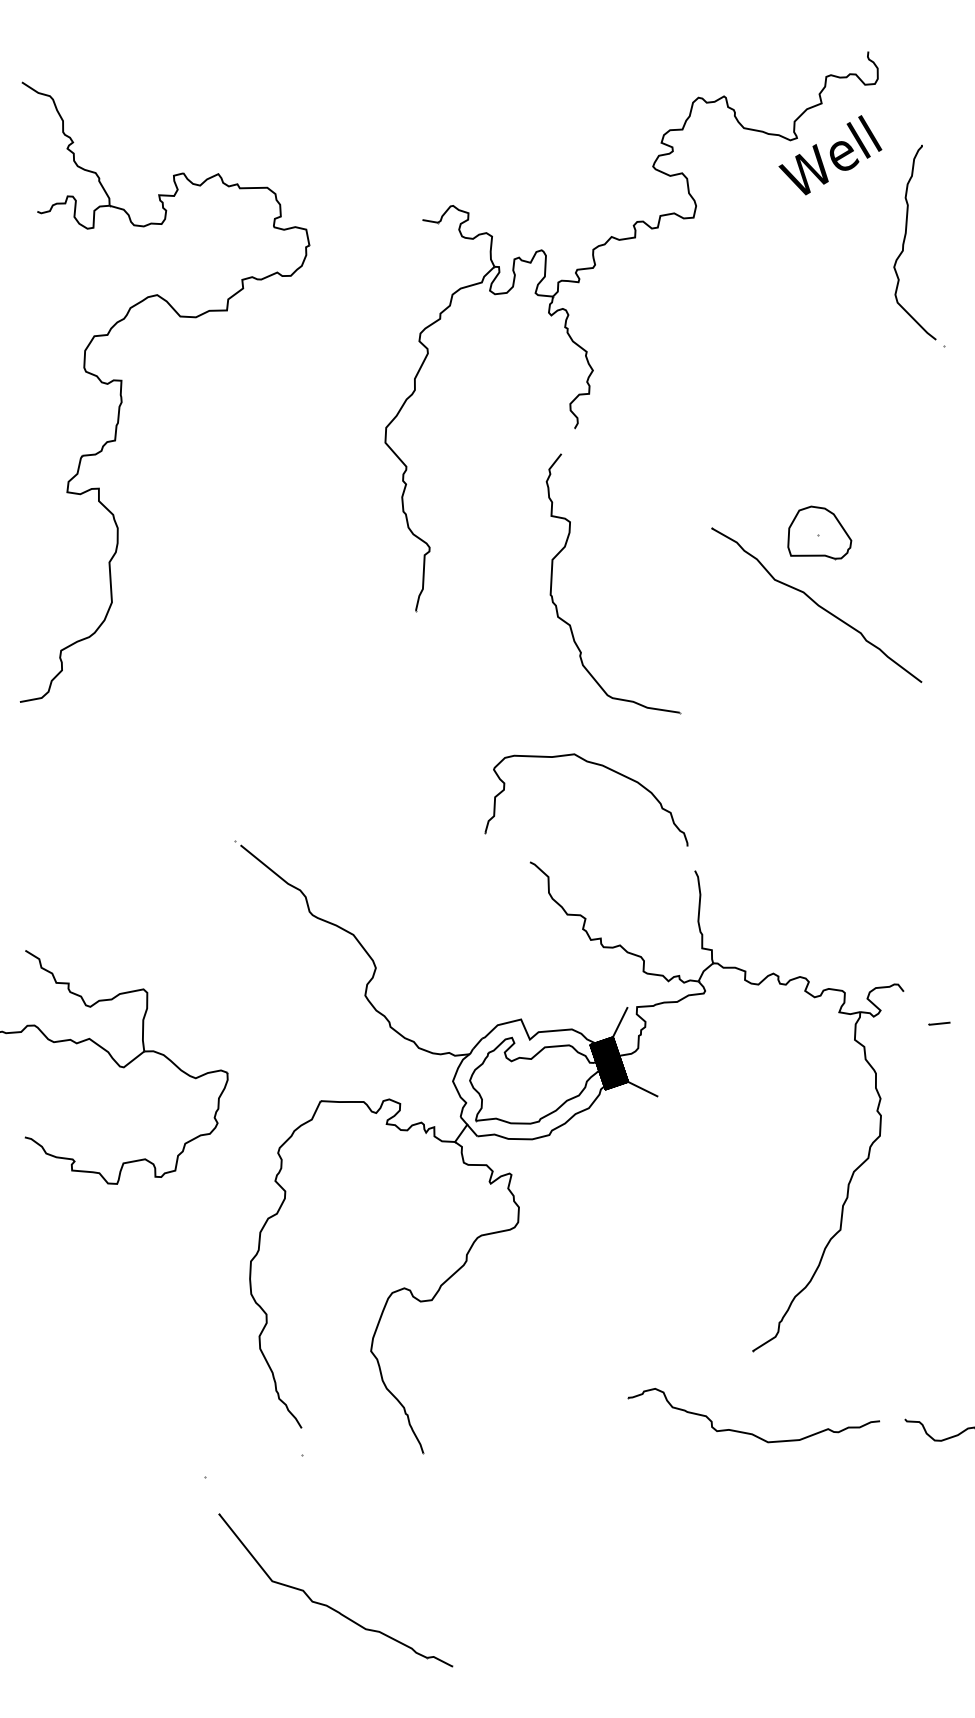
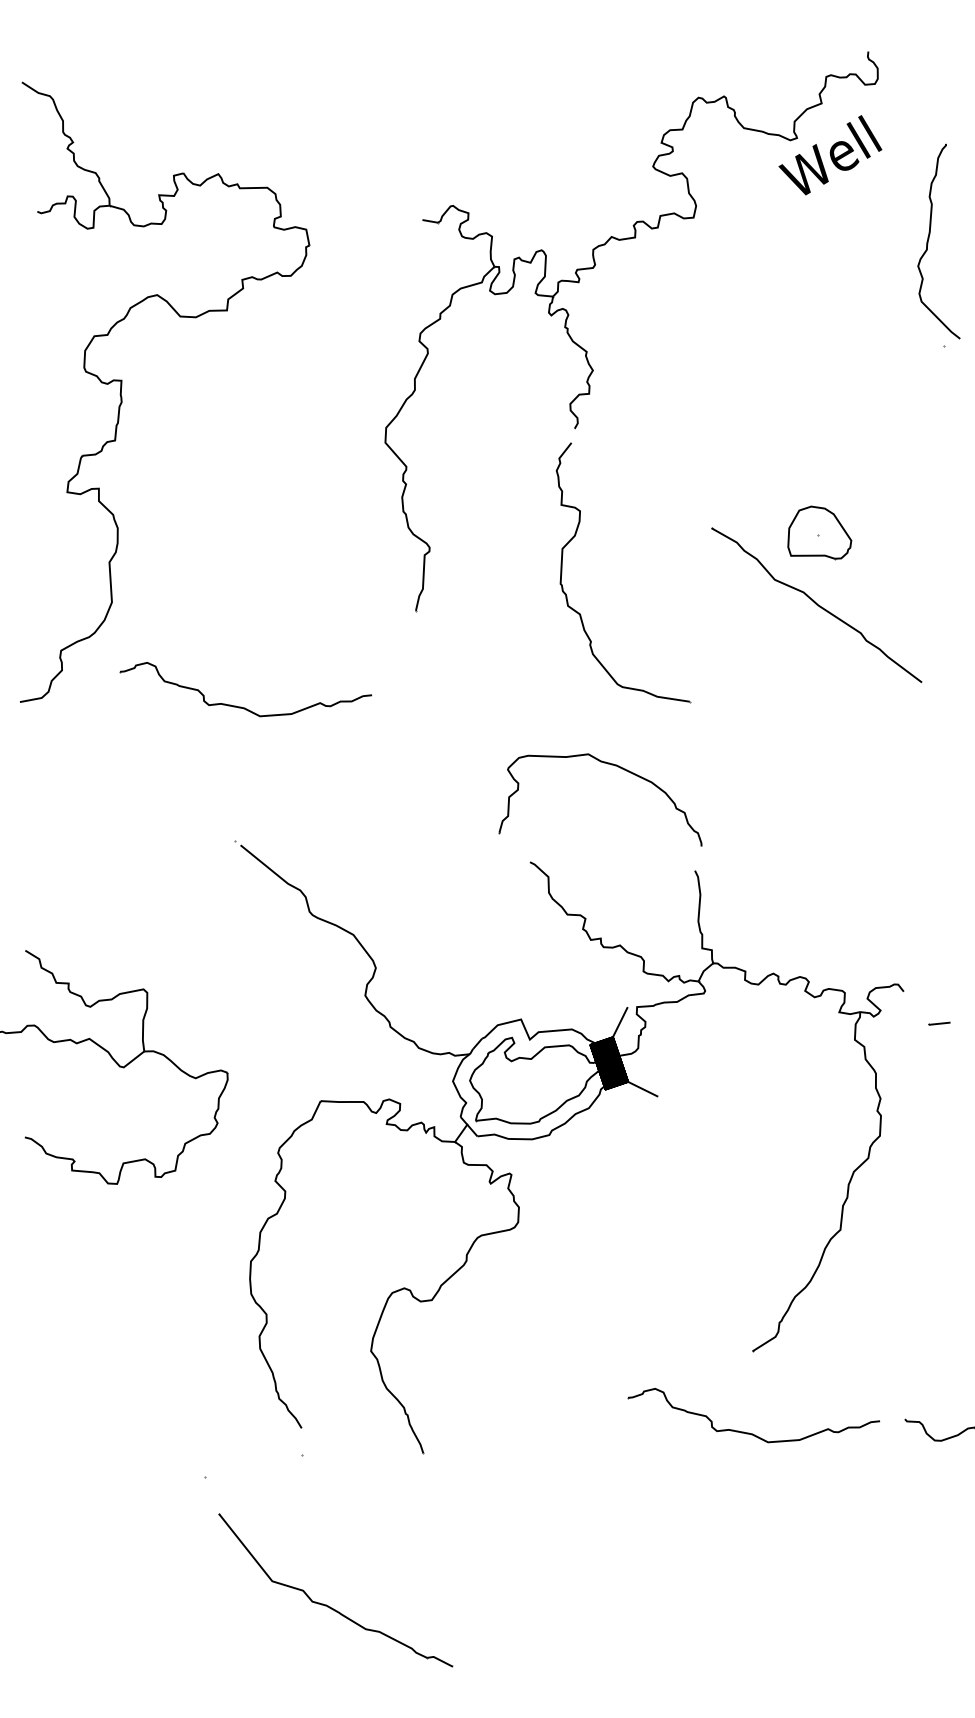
curve at (905, 240) position: (905, 240) -> (929, 239)
part at (570, 624) position: (570, 624) -> (580, 613)
part at (241, 706): none -> present
part at (593, 764) position: (593, 764) -> (607, 764)
